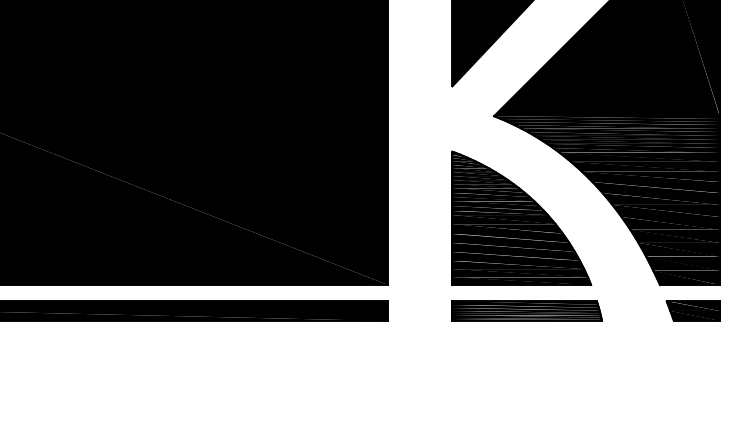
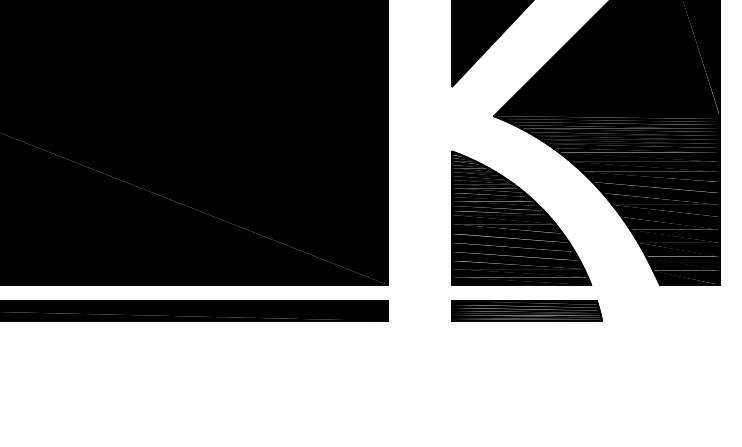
part at (692, 310): present -> none
